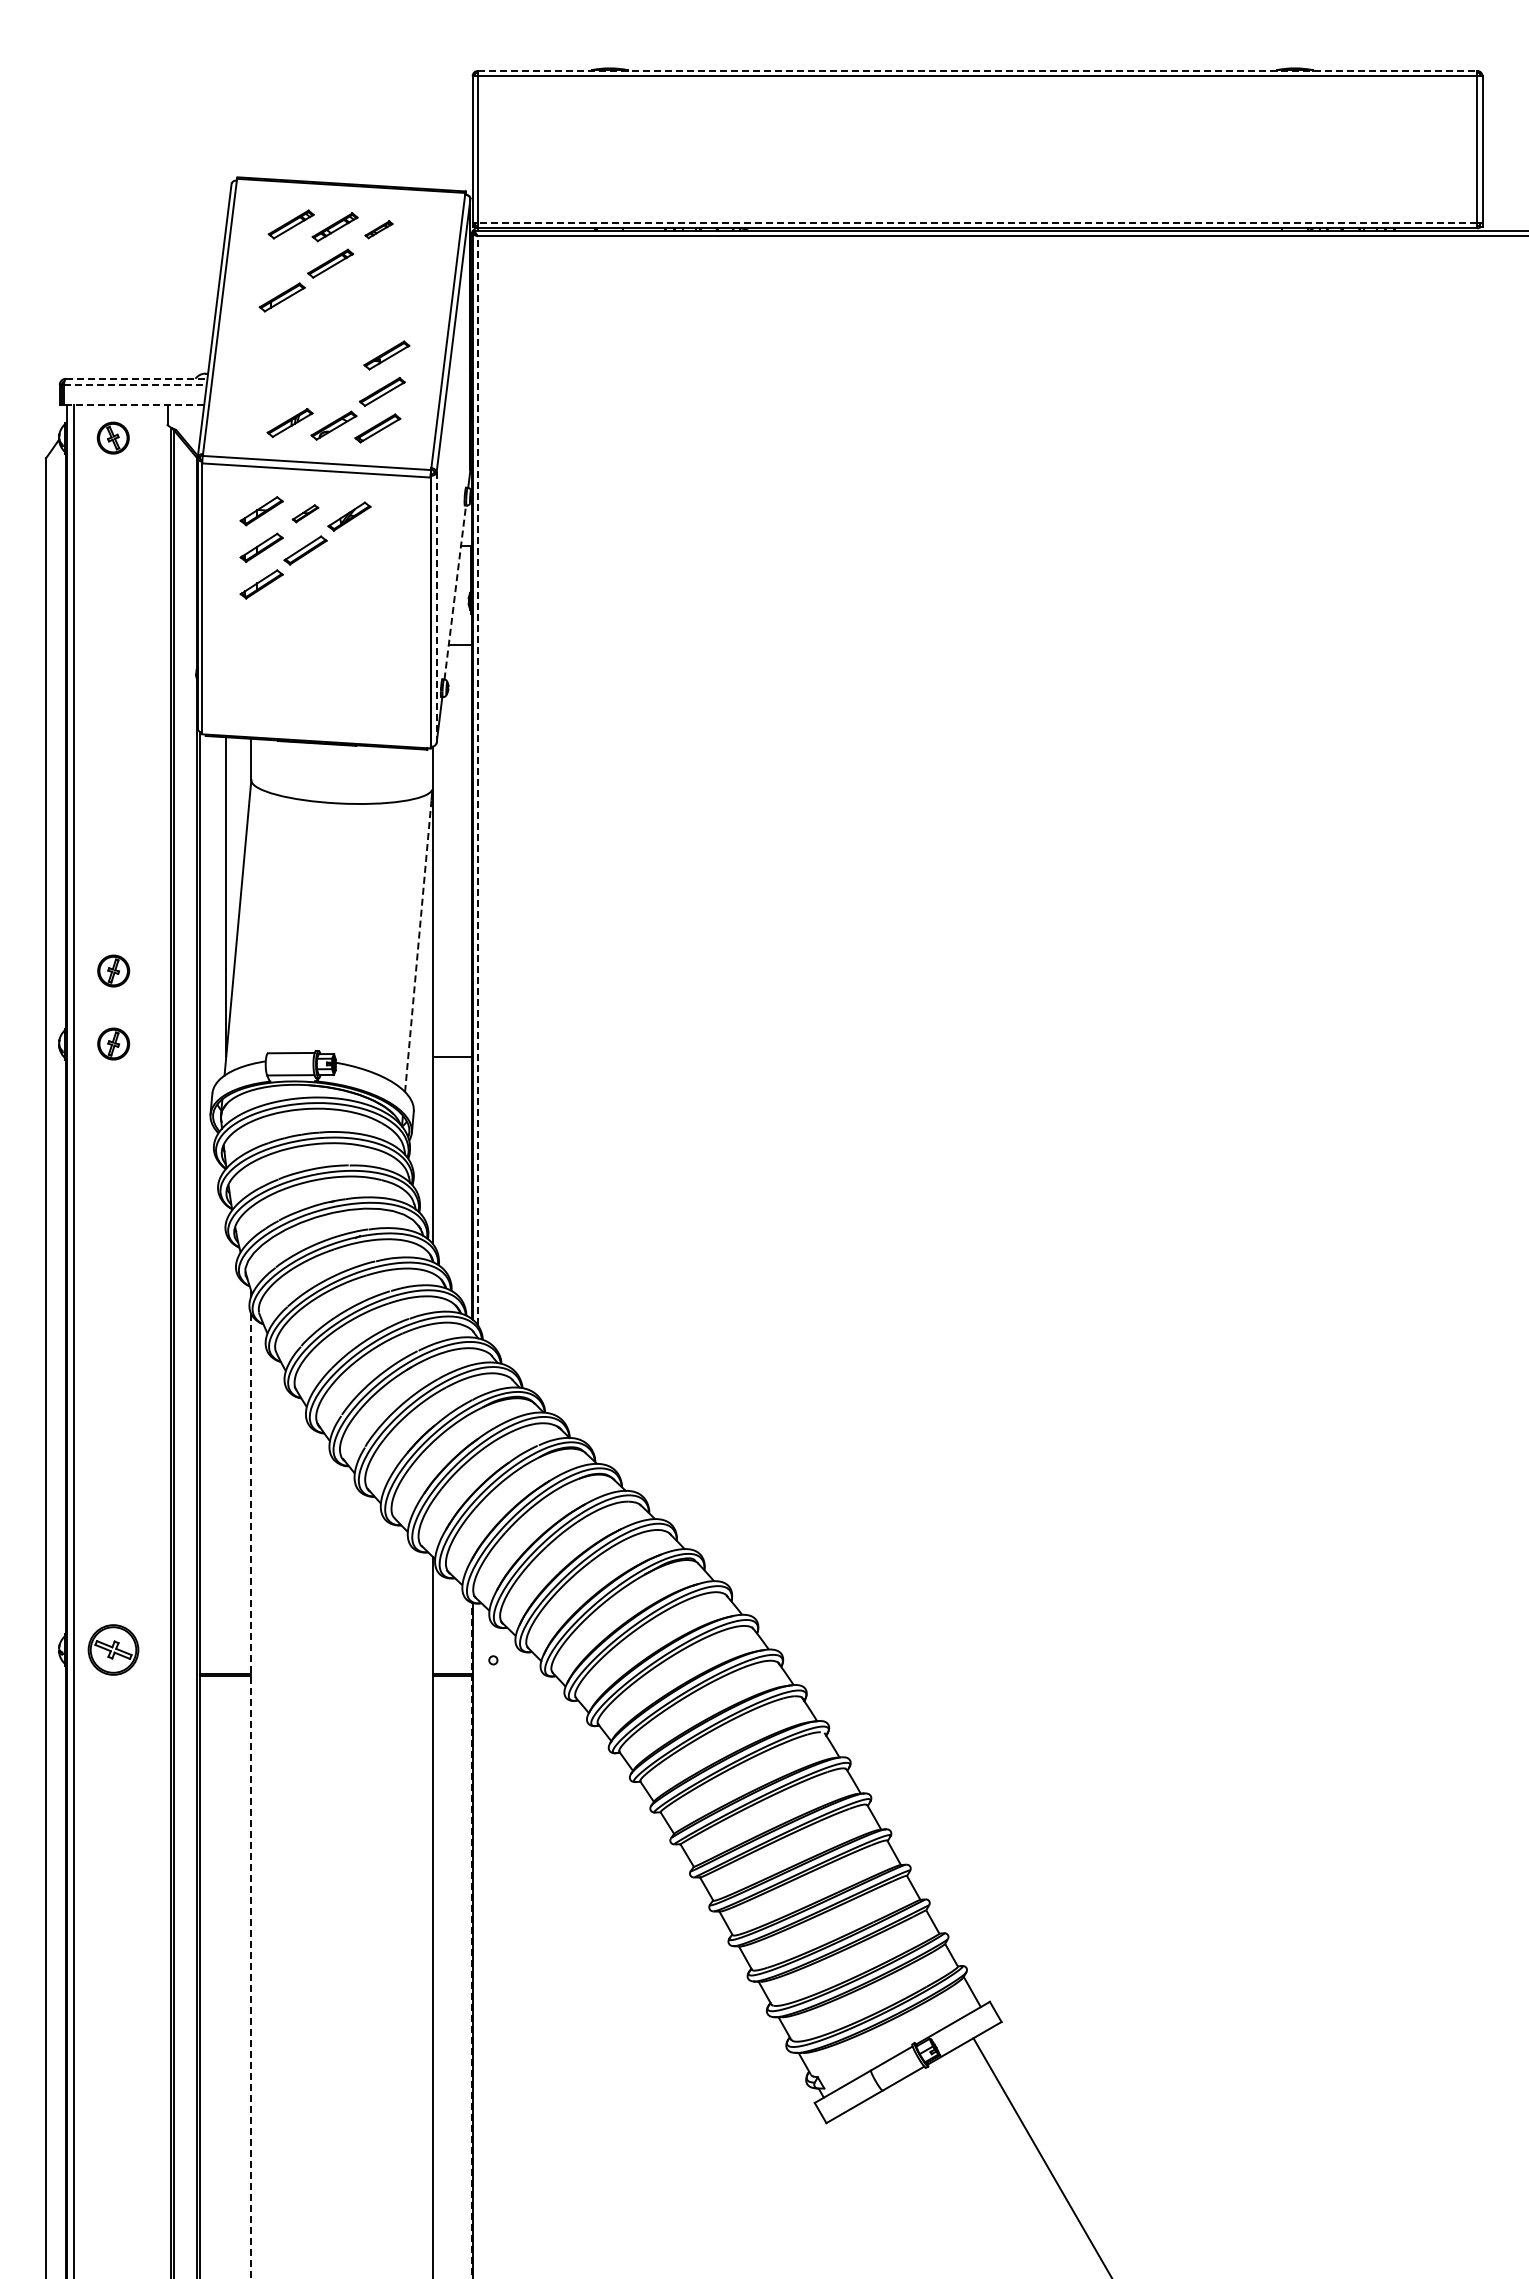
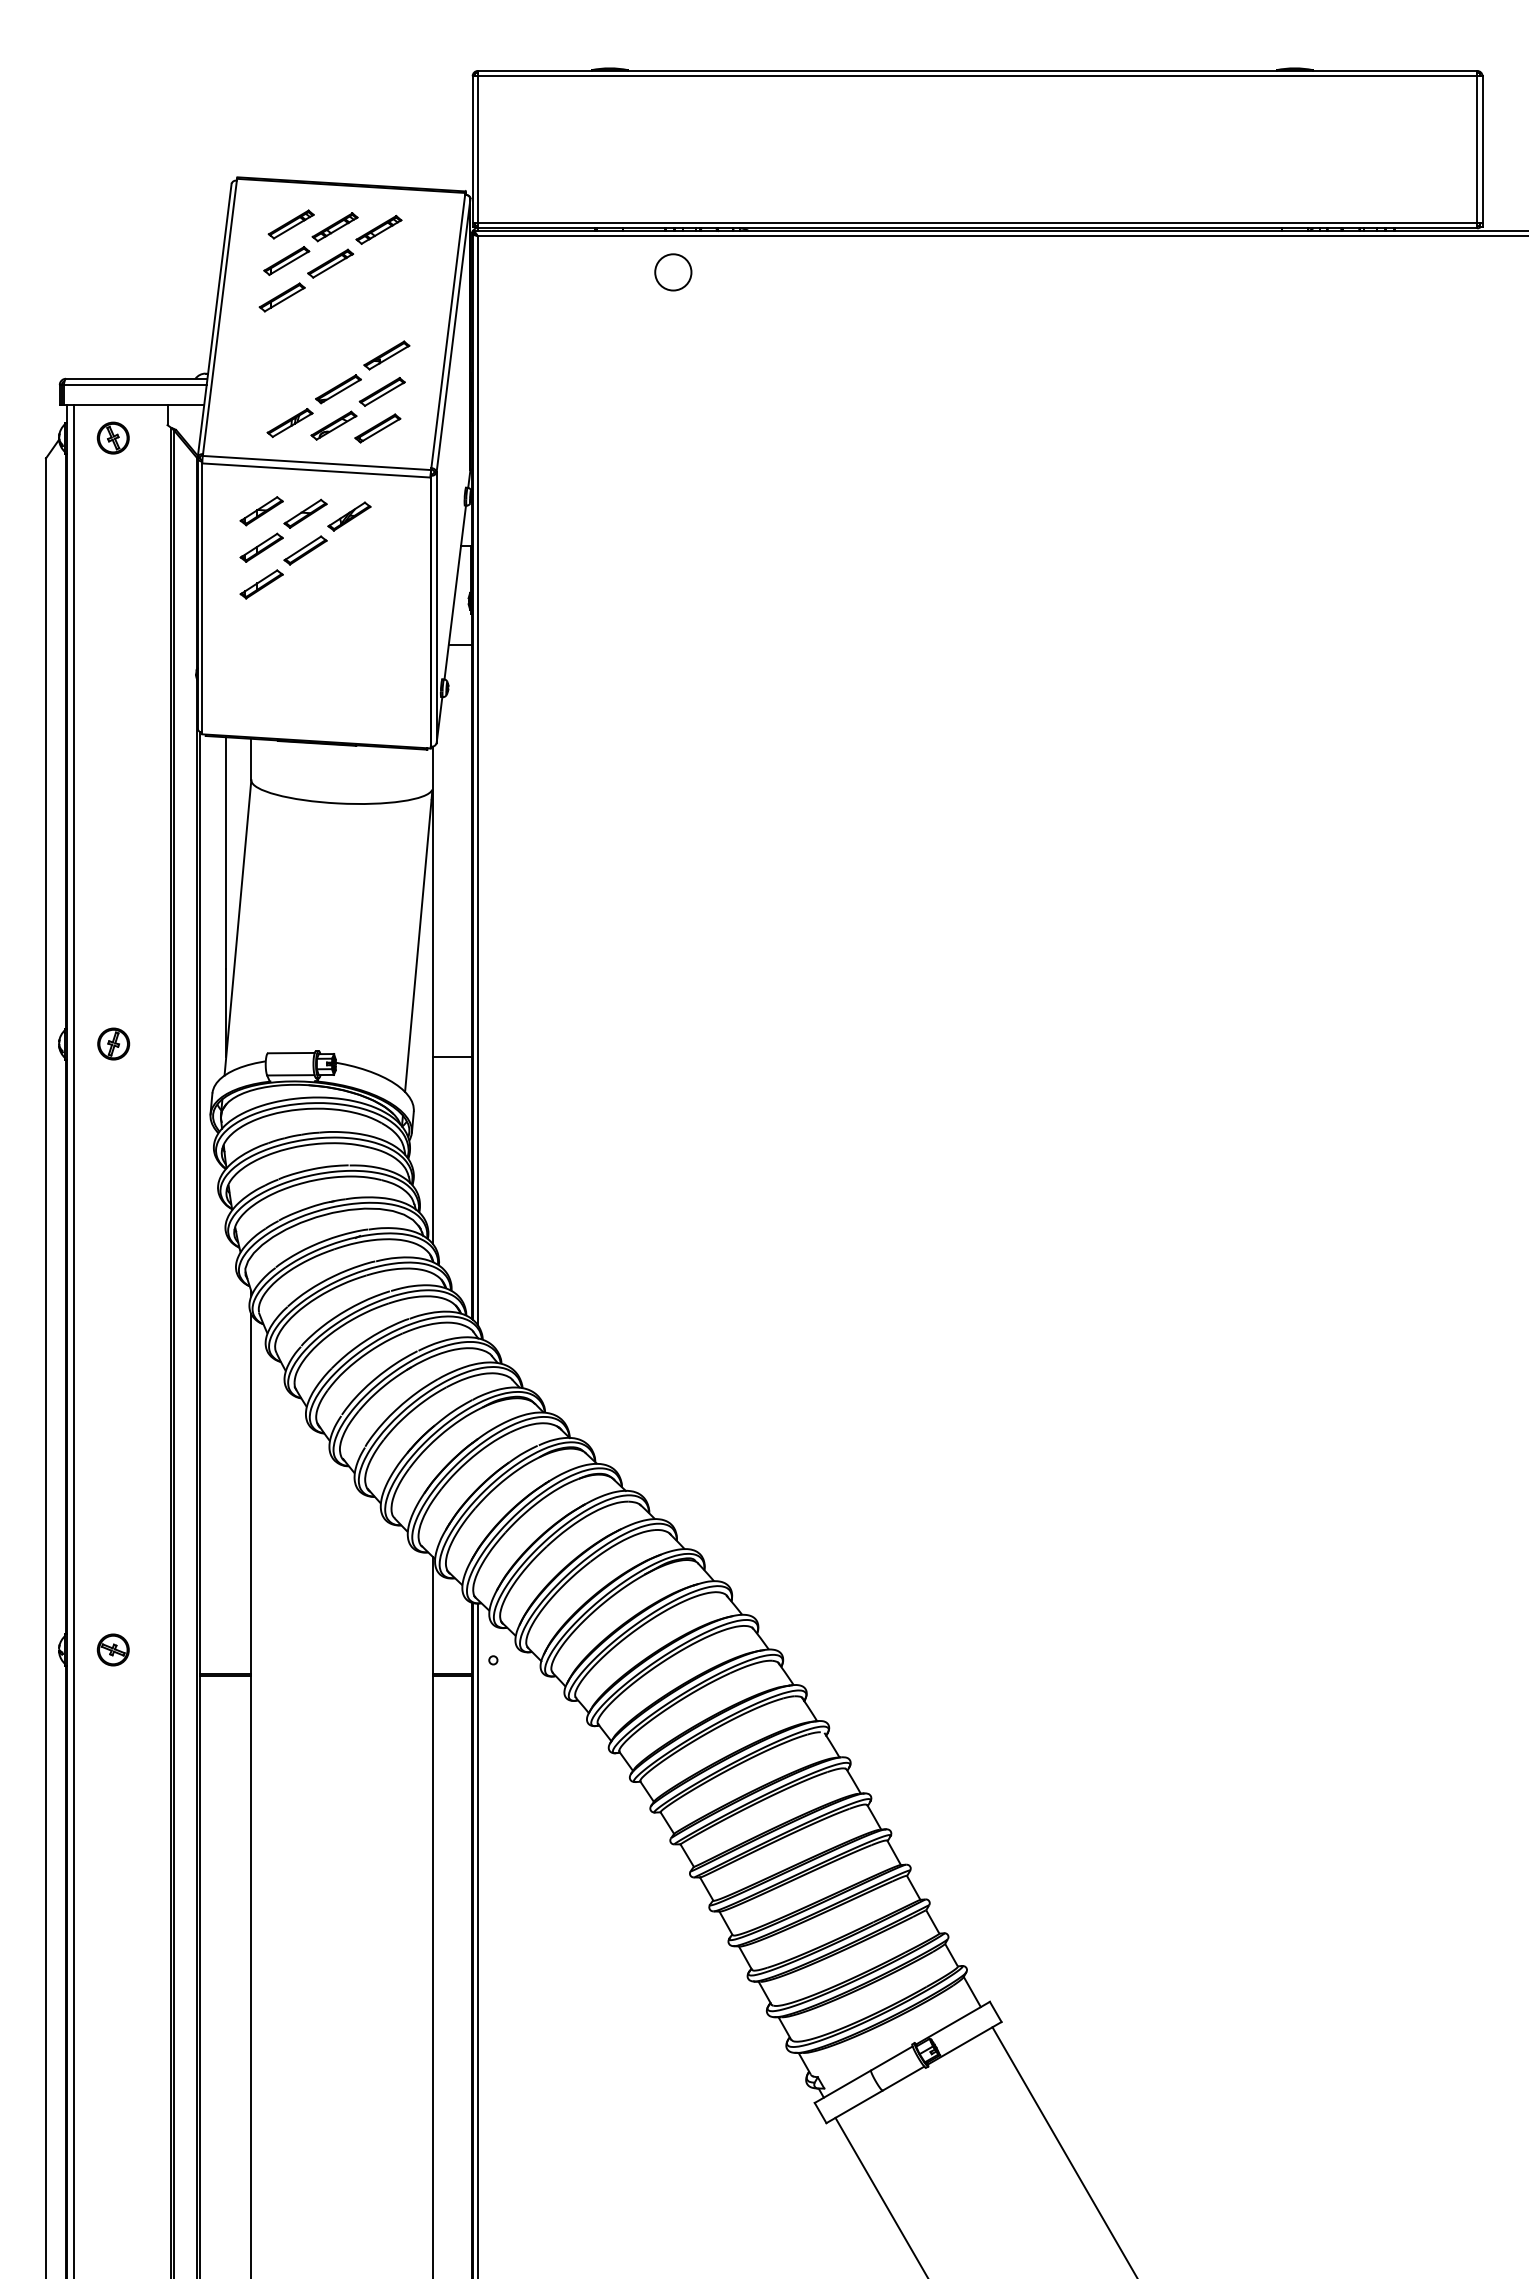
line at (977, 70): dashed -> solid
line at (977, 223): dashed -> solid
part at (378, 229) size: 30x20 px -> 48x31 px
part at (286, 260): none -> present
circle at (673, 272): none -> present
line at (136, 378): dashed -> solid
line at (135, 385): dashed -> solid
part at (338, 389): none -> present
line at (133, 404): dashed -> solid
part at (305, 513) size: 29x20 px -> 45x31 px
line at (455, 592): dashed -> solid
line at (436, 608): dashed -> solid
line at (477, 780): dashed -> solid
line at (418, 945): dashed -> solid
part at (113, 970): present -> none
part at (113, 1649) size: 53x52 px -> 34x34 px
line at (251, 1796): dashed -> solid
line at (477, 1939): none -> present
line at (471, 1940): dashed -> solid
line at (1041, 2156) position: (1041, 2156) -> (1063, 2151)
line at (880, 2196): none -> present
